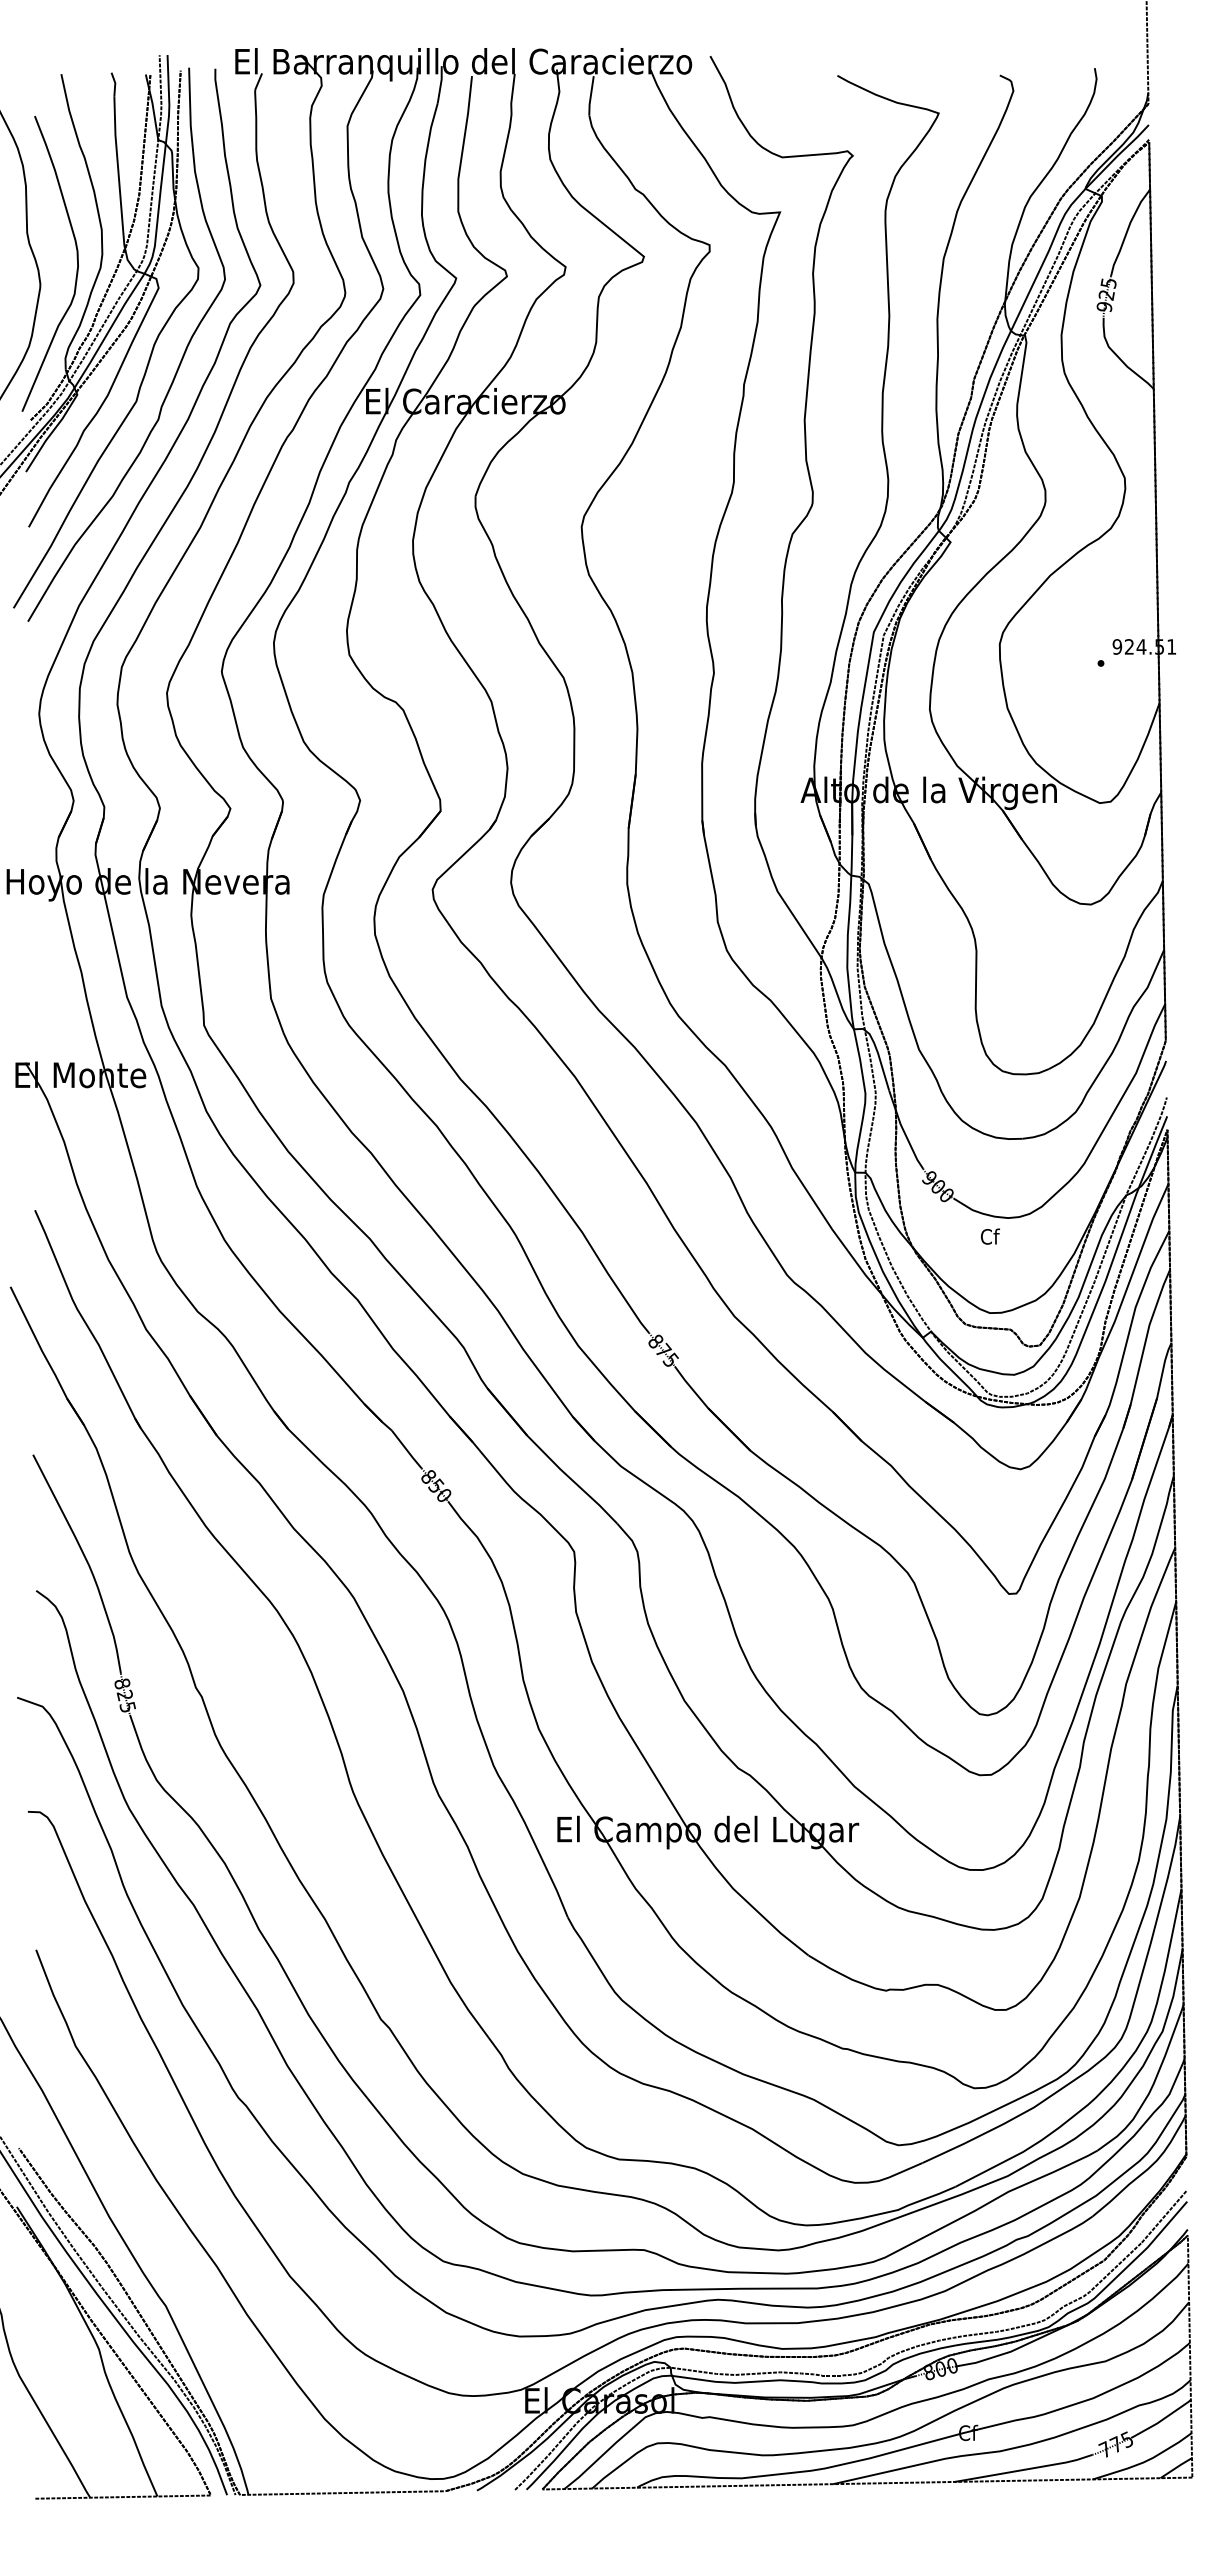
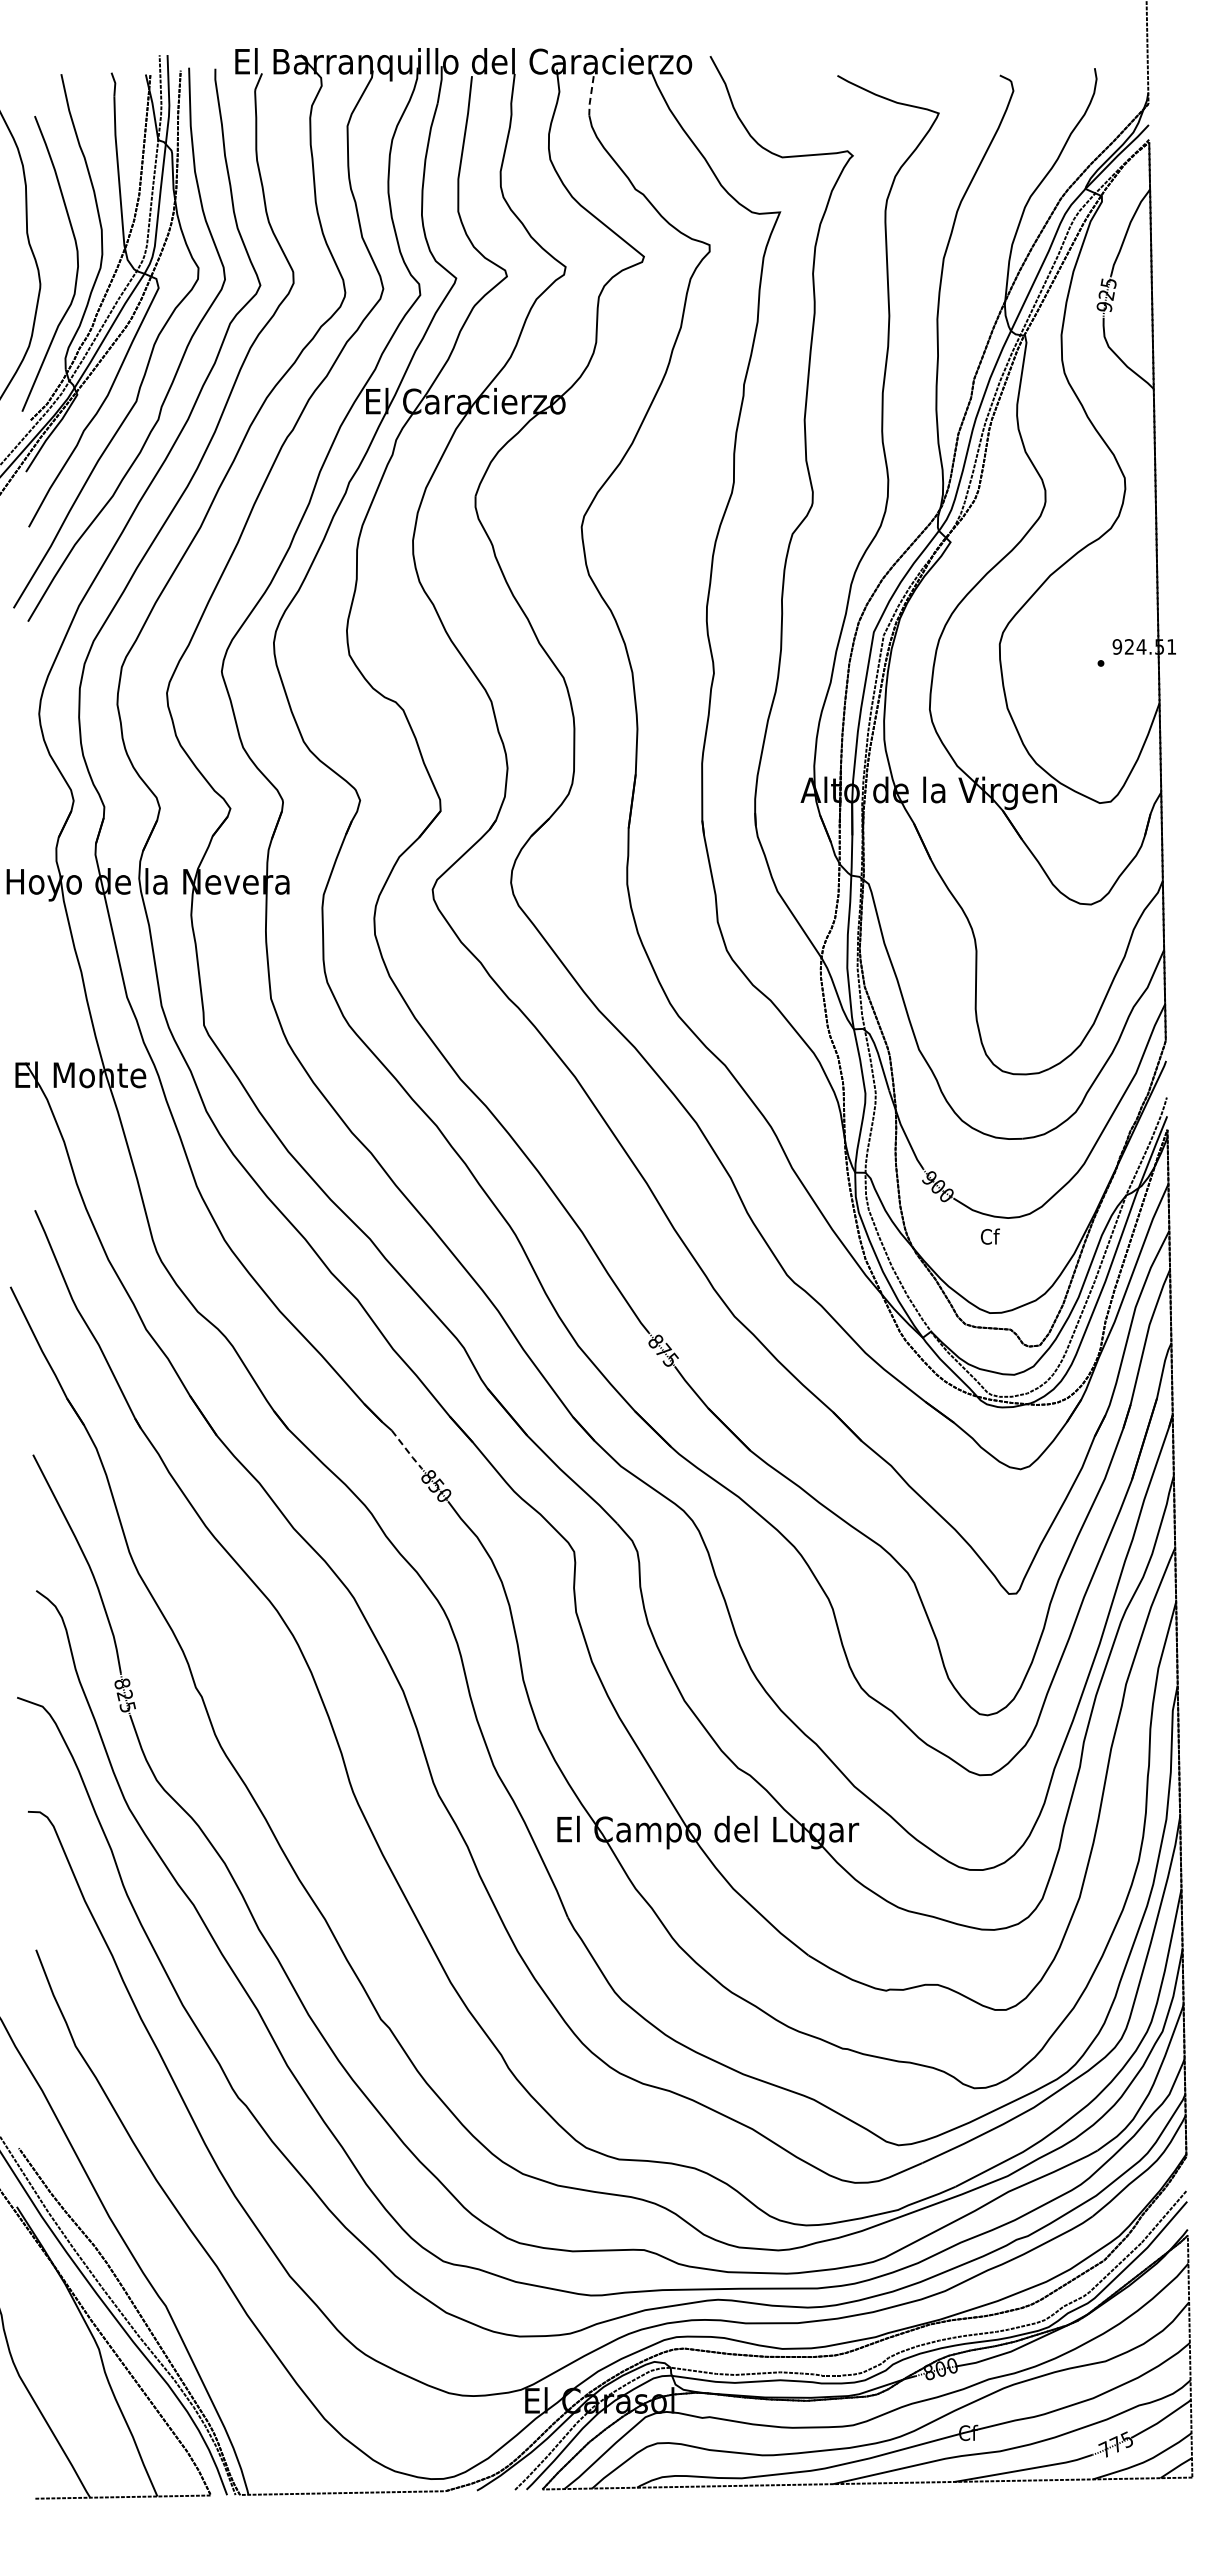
line at (590, 96): solid -> dashed
line at (406, 1450): solid -> dashed
